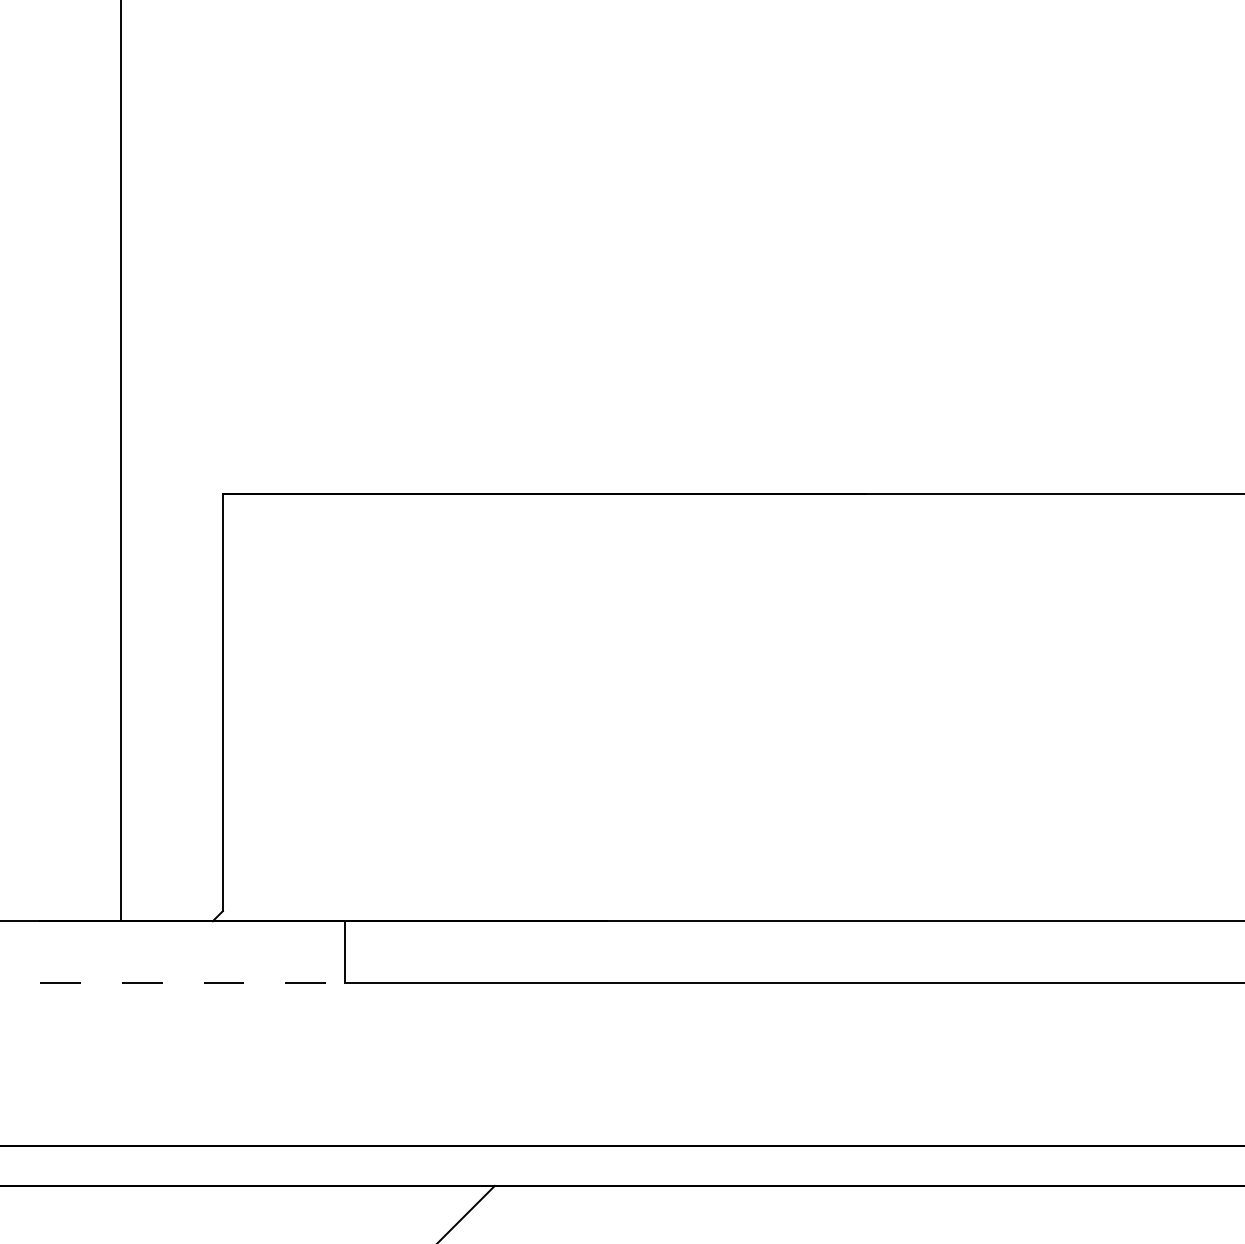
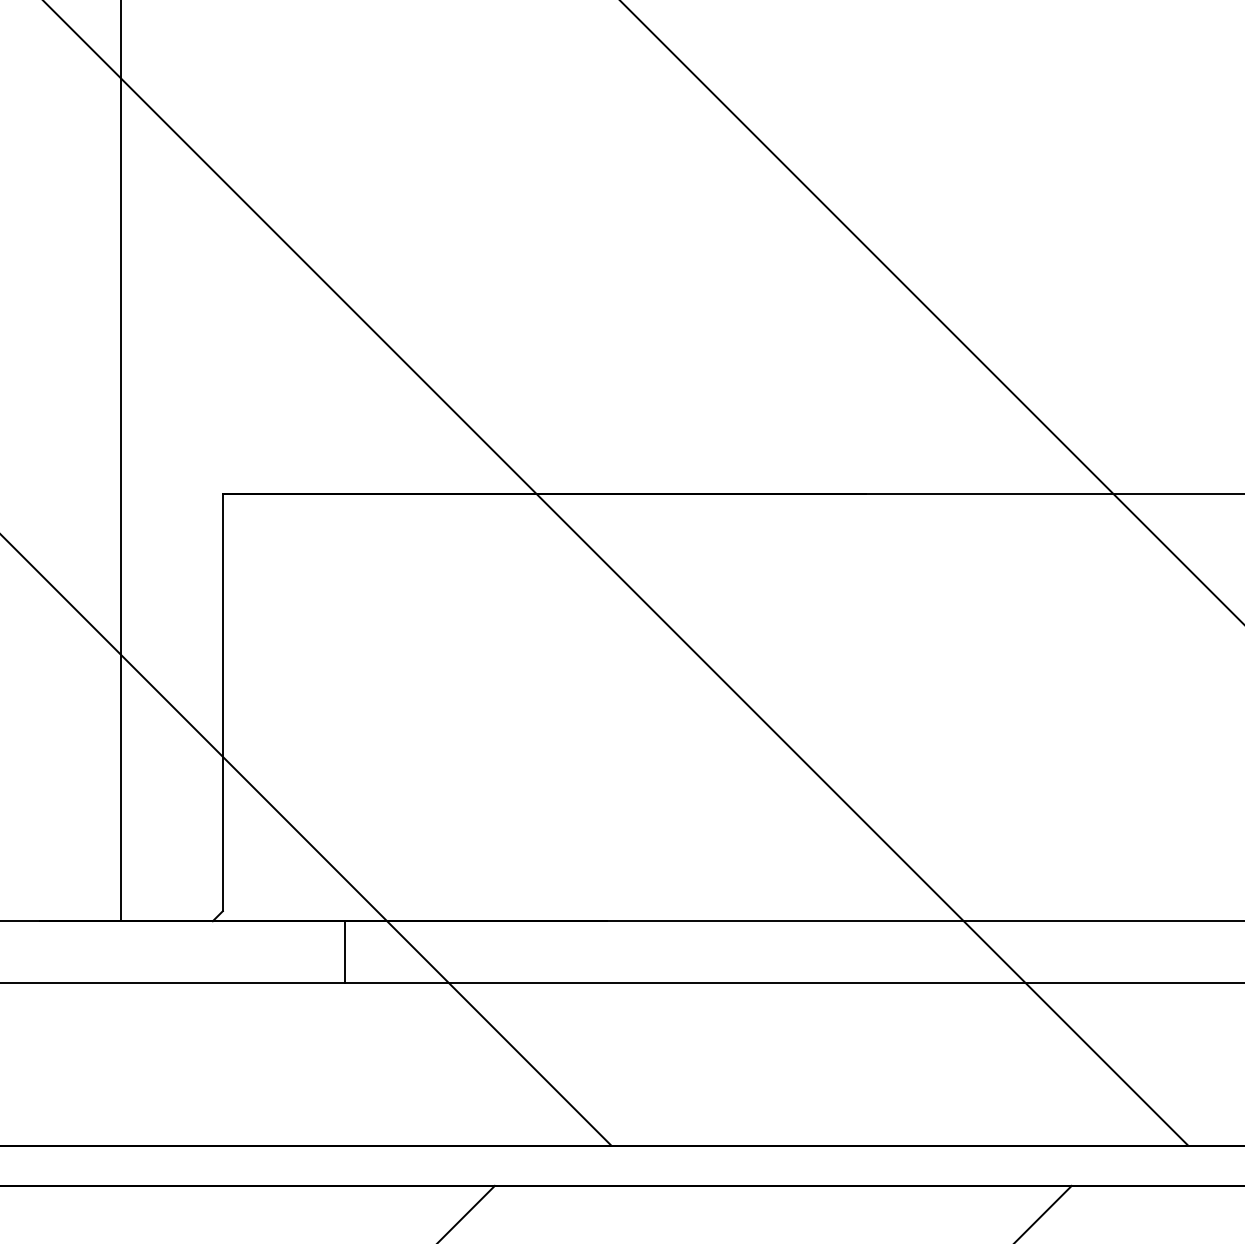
line at (931, 312): none -> present
line at (616, 573): none -> present
line at (306, 840): none -> present
line at (173, 983): dashed -> solid
line at (1044, 1212): none -> present
